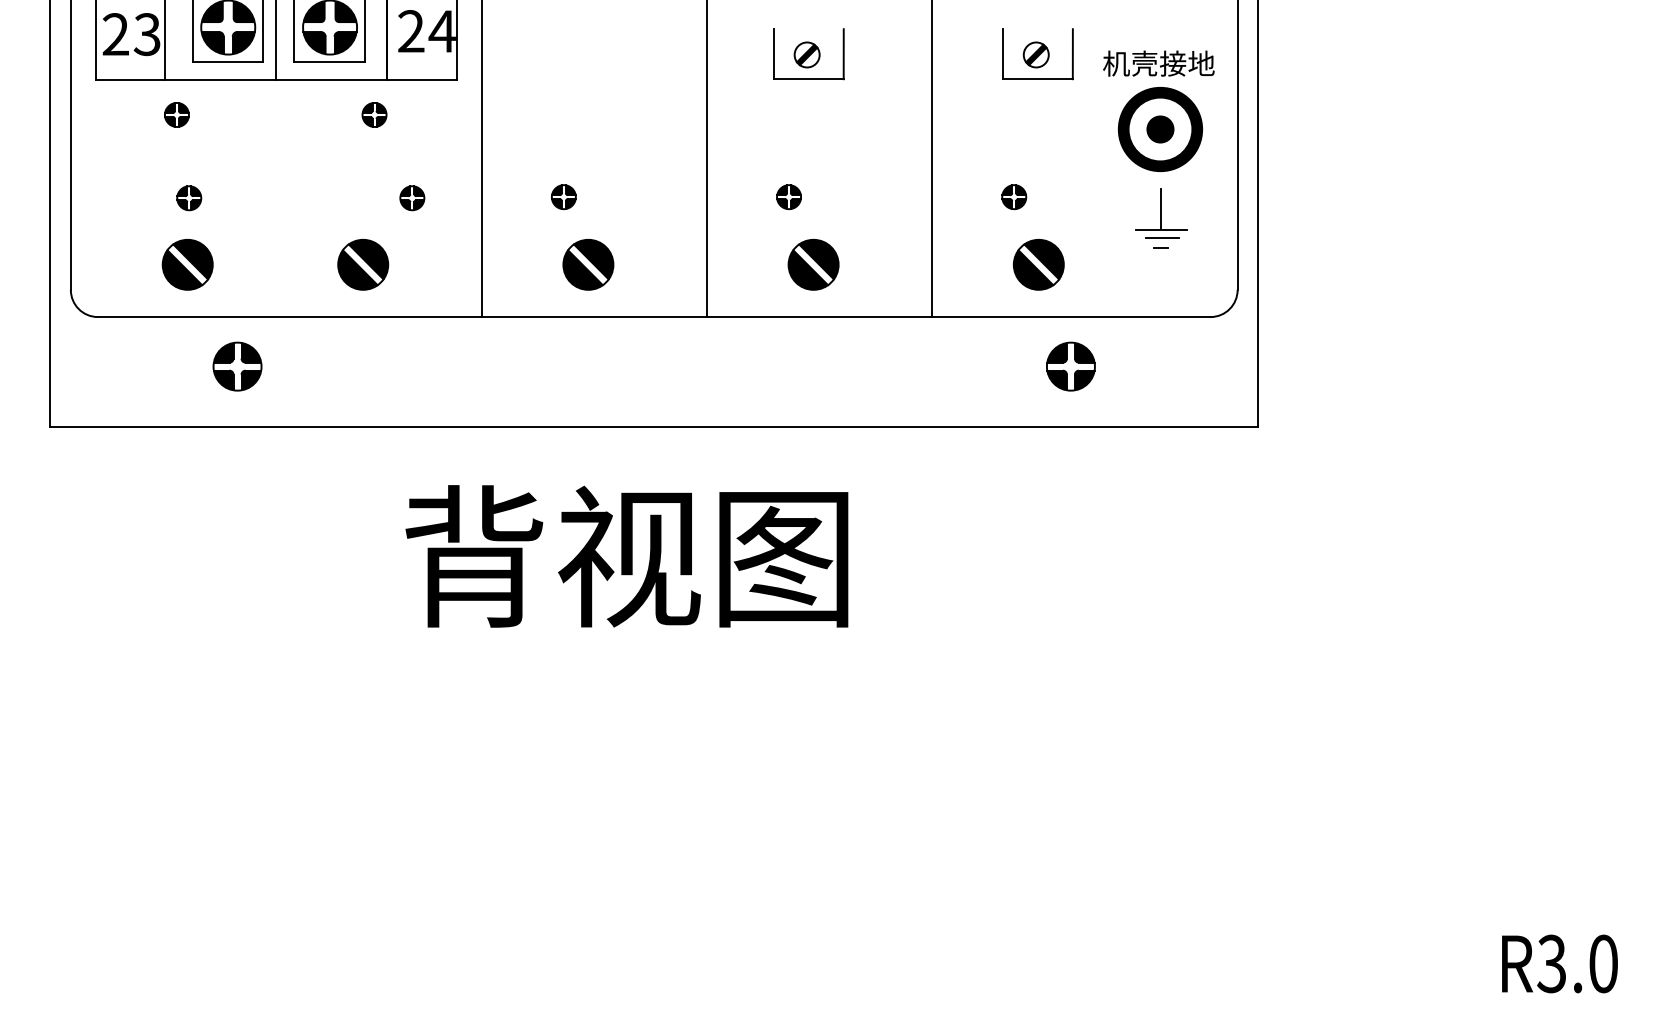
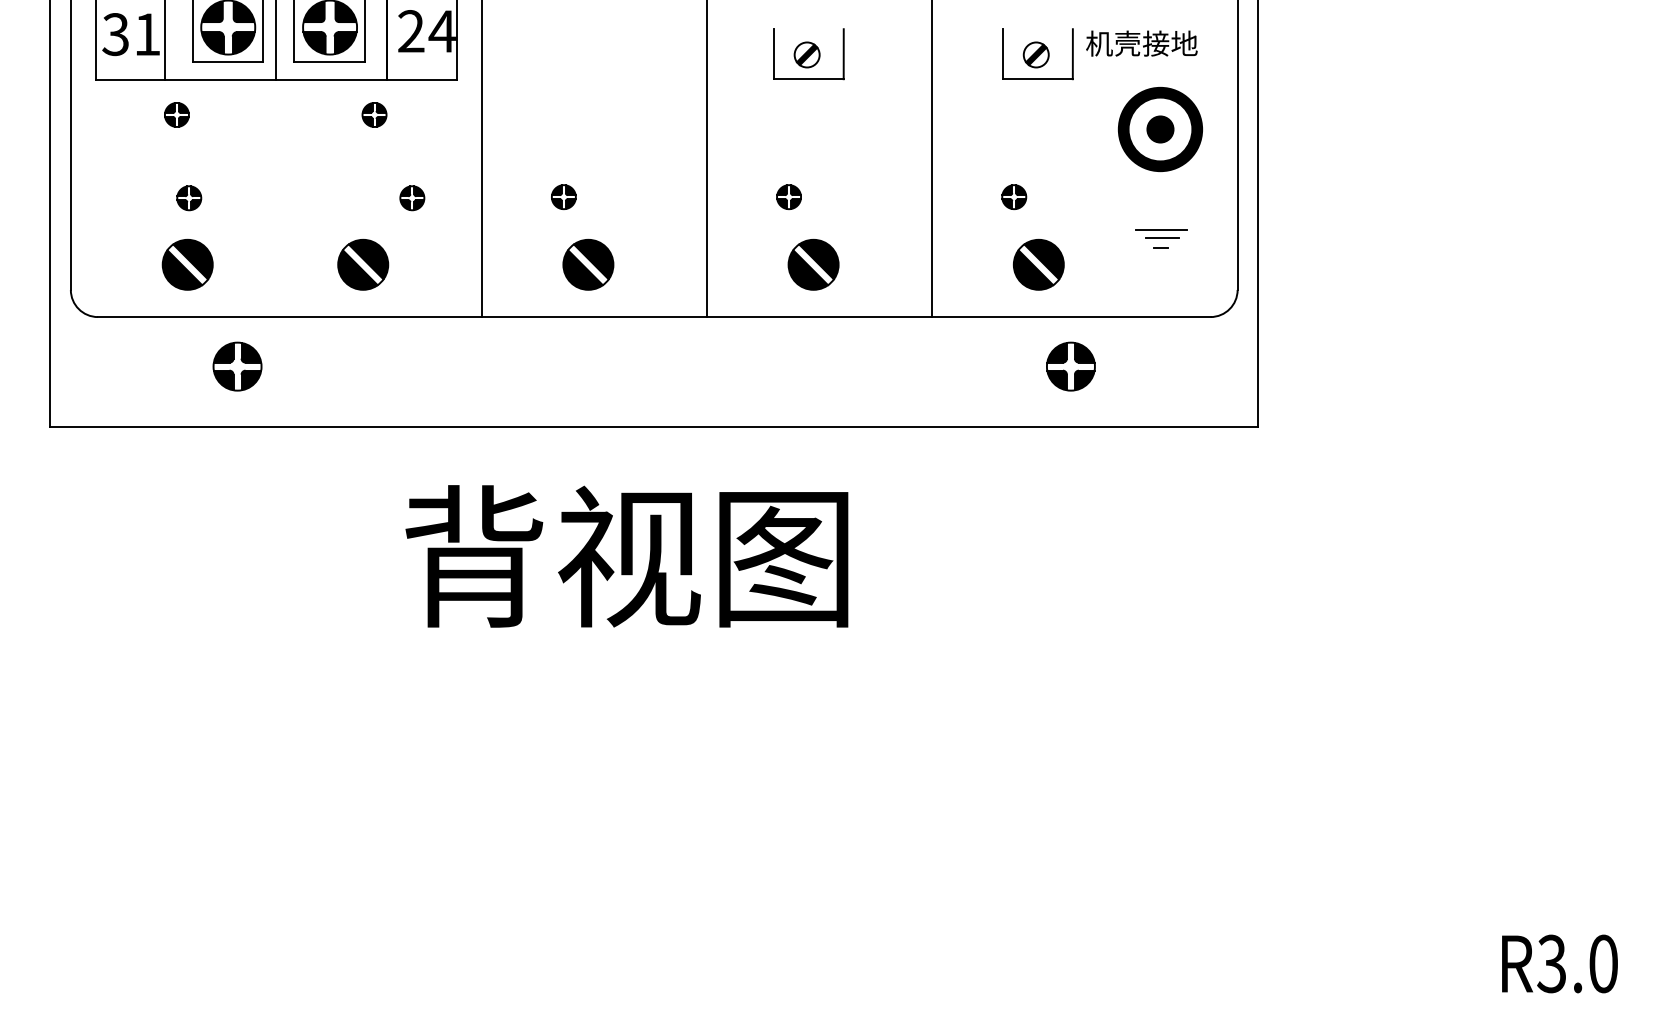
text at (131, 34): 23 -> 31
text at (1158, 63) position: (1158, 63) -> (1141, 43)
line at (1160, 208): present -> none
